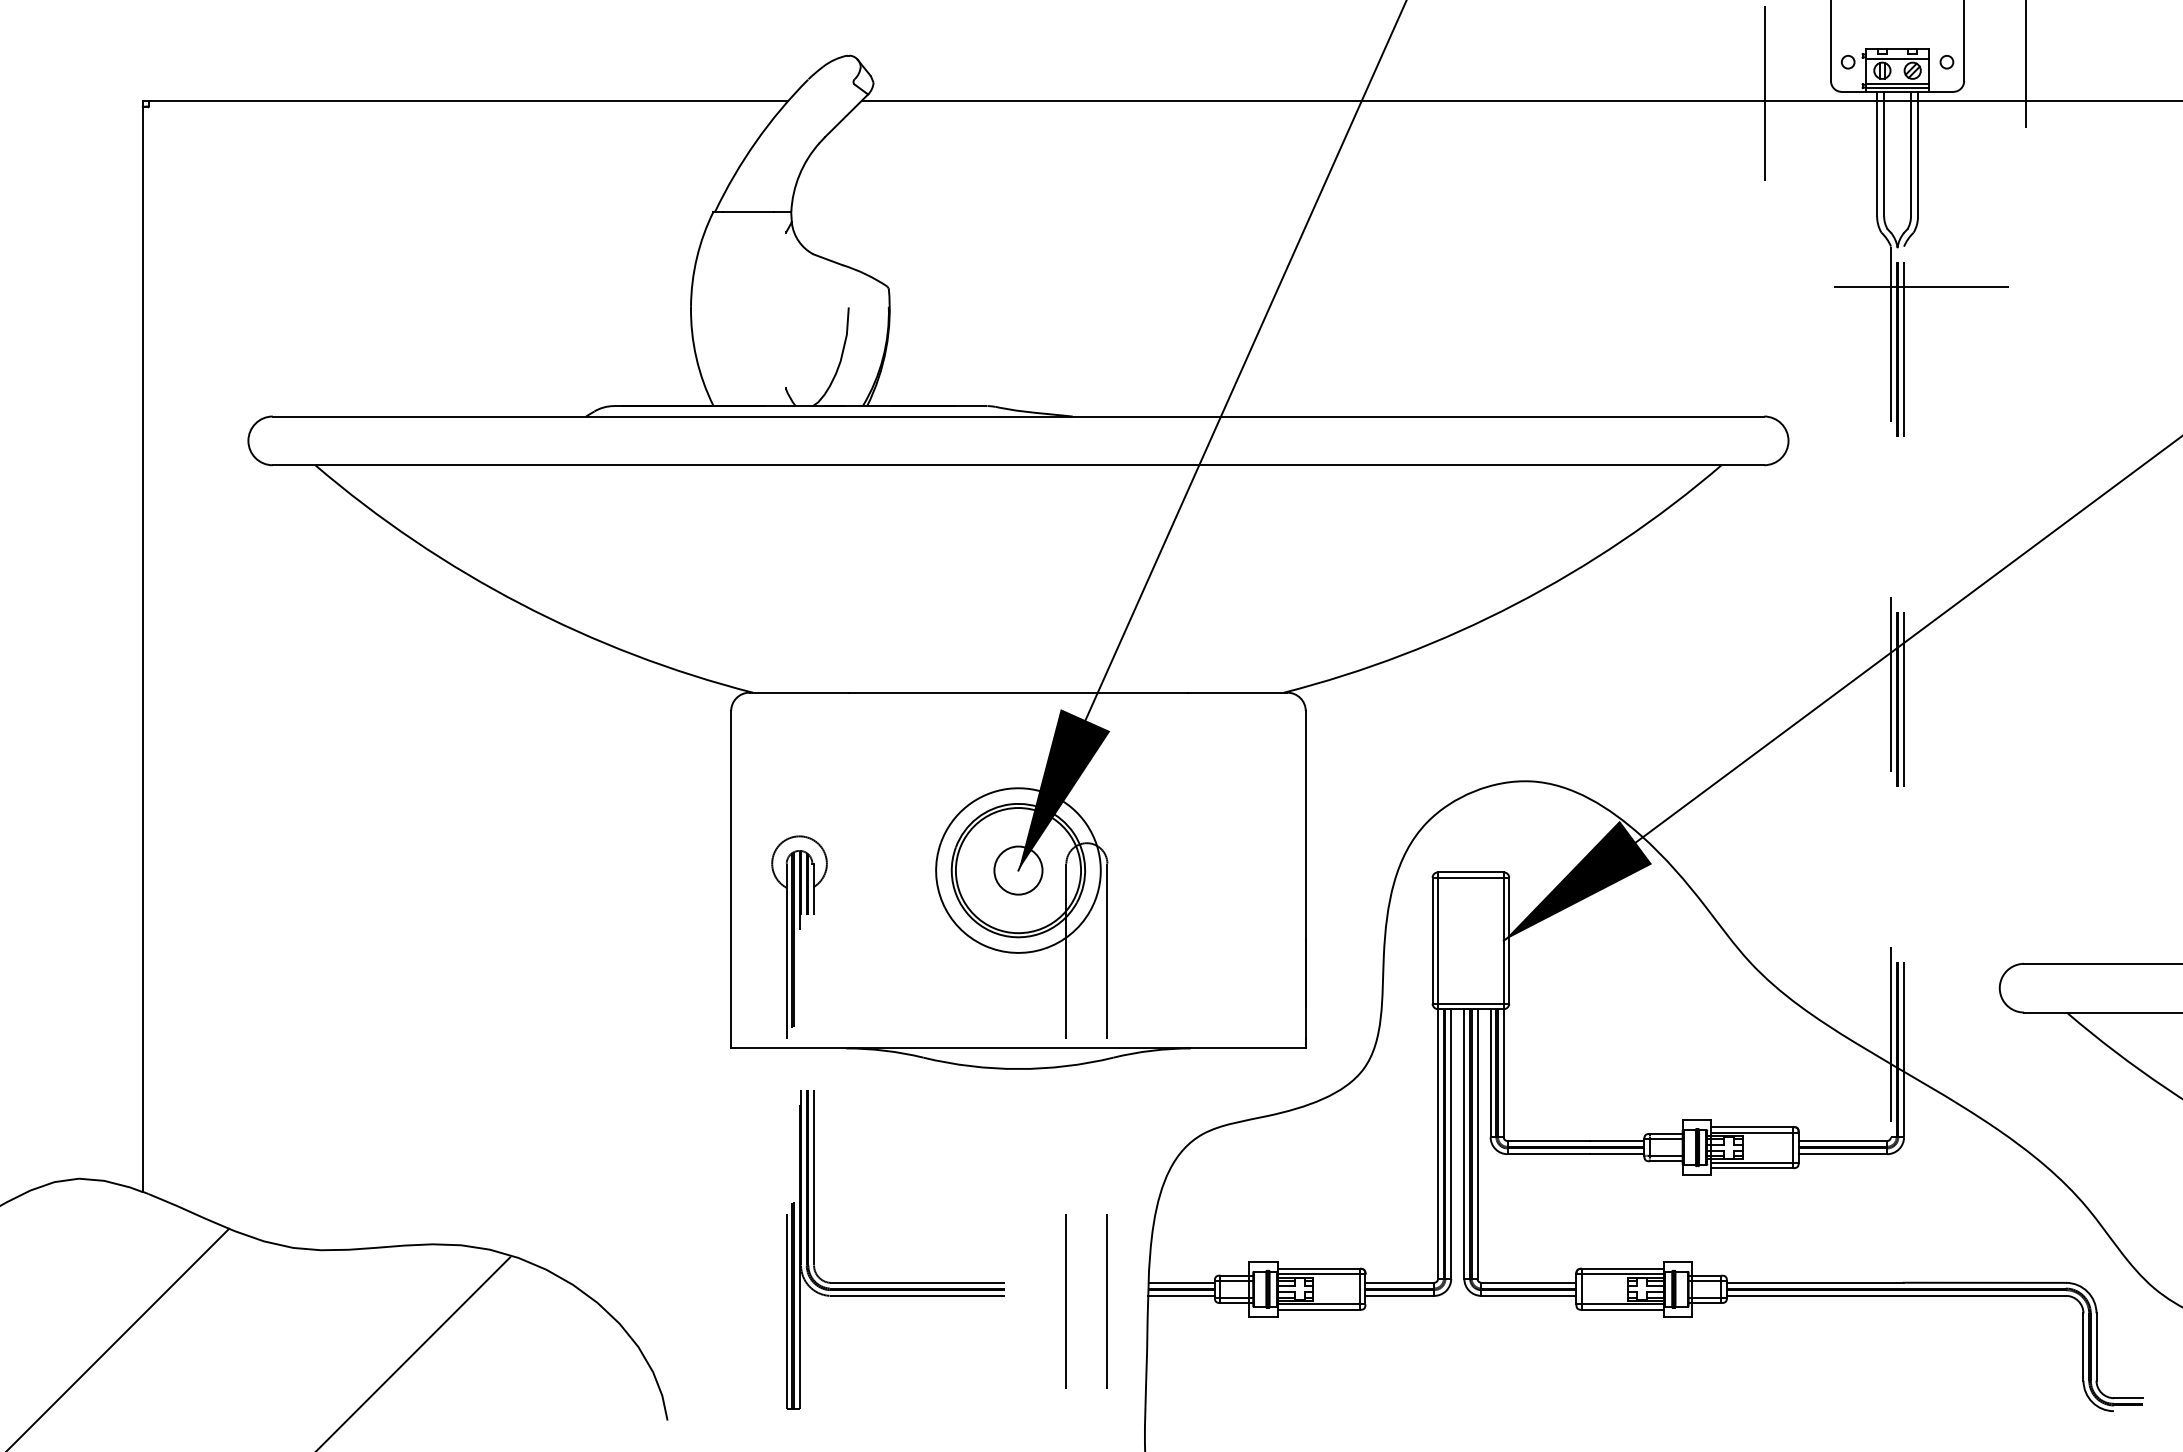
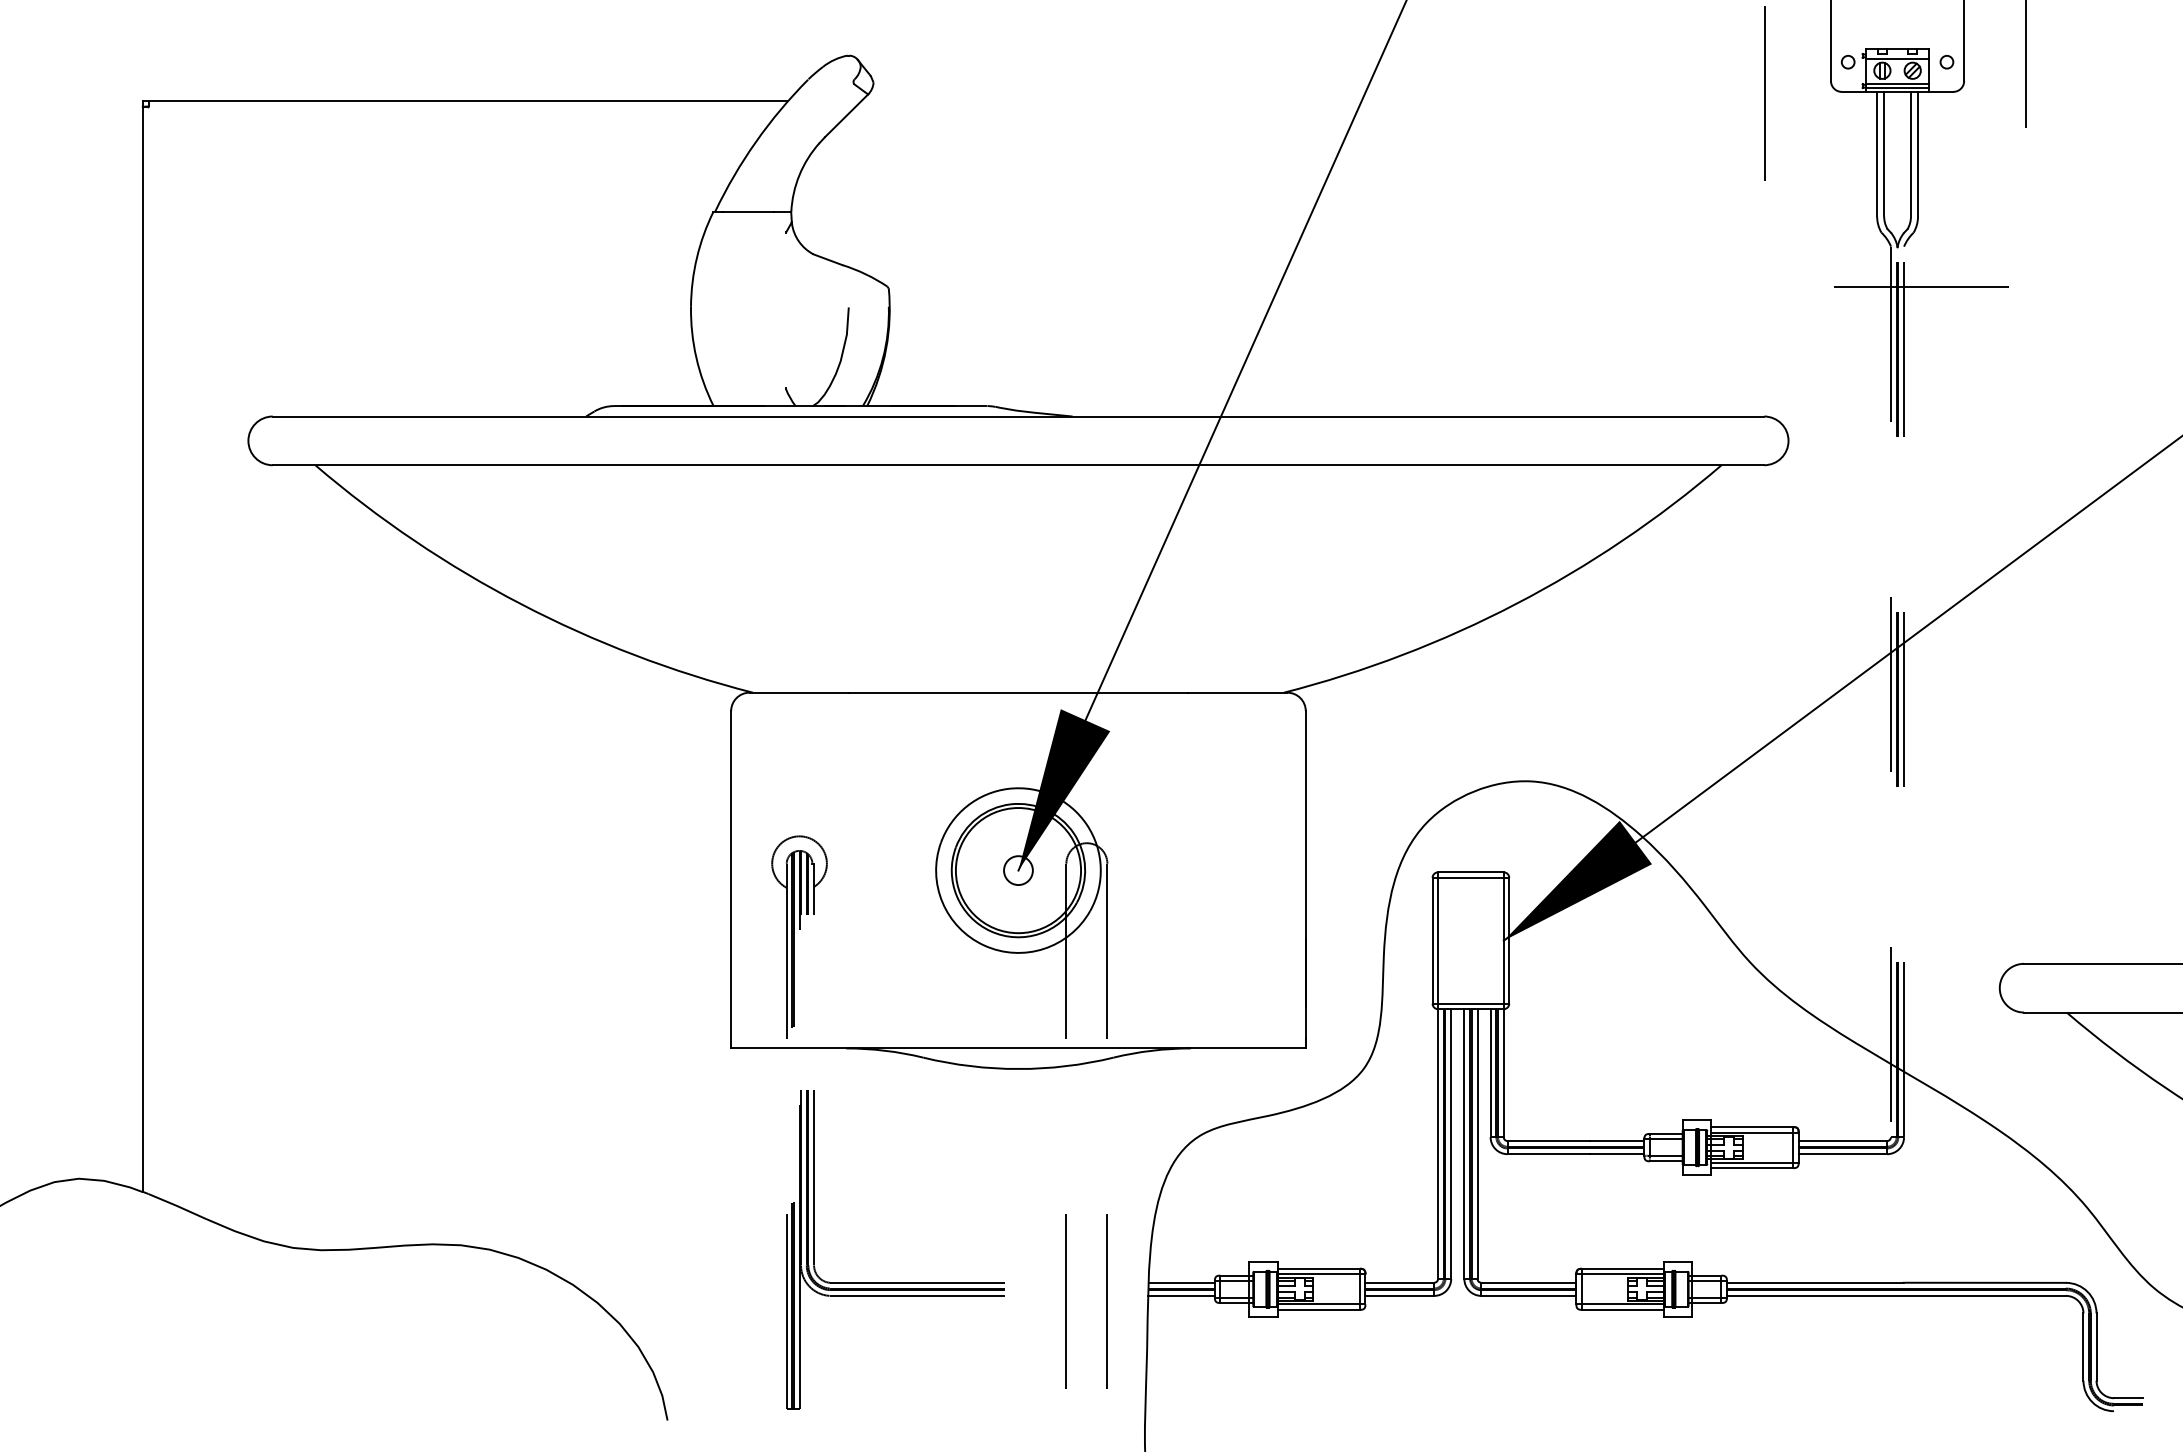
line at (1520, 100): present -> none
circle at (1018, 870) diameter: 48 px -> 29 px
line at (119, 1338): present -> none
line at (414, 1352): present -> none
